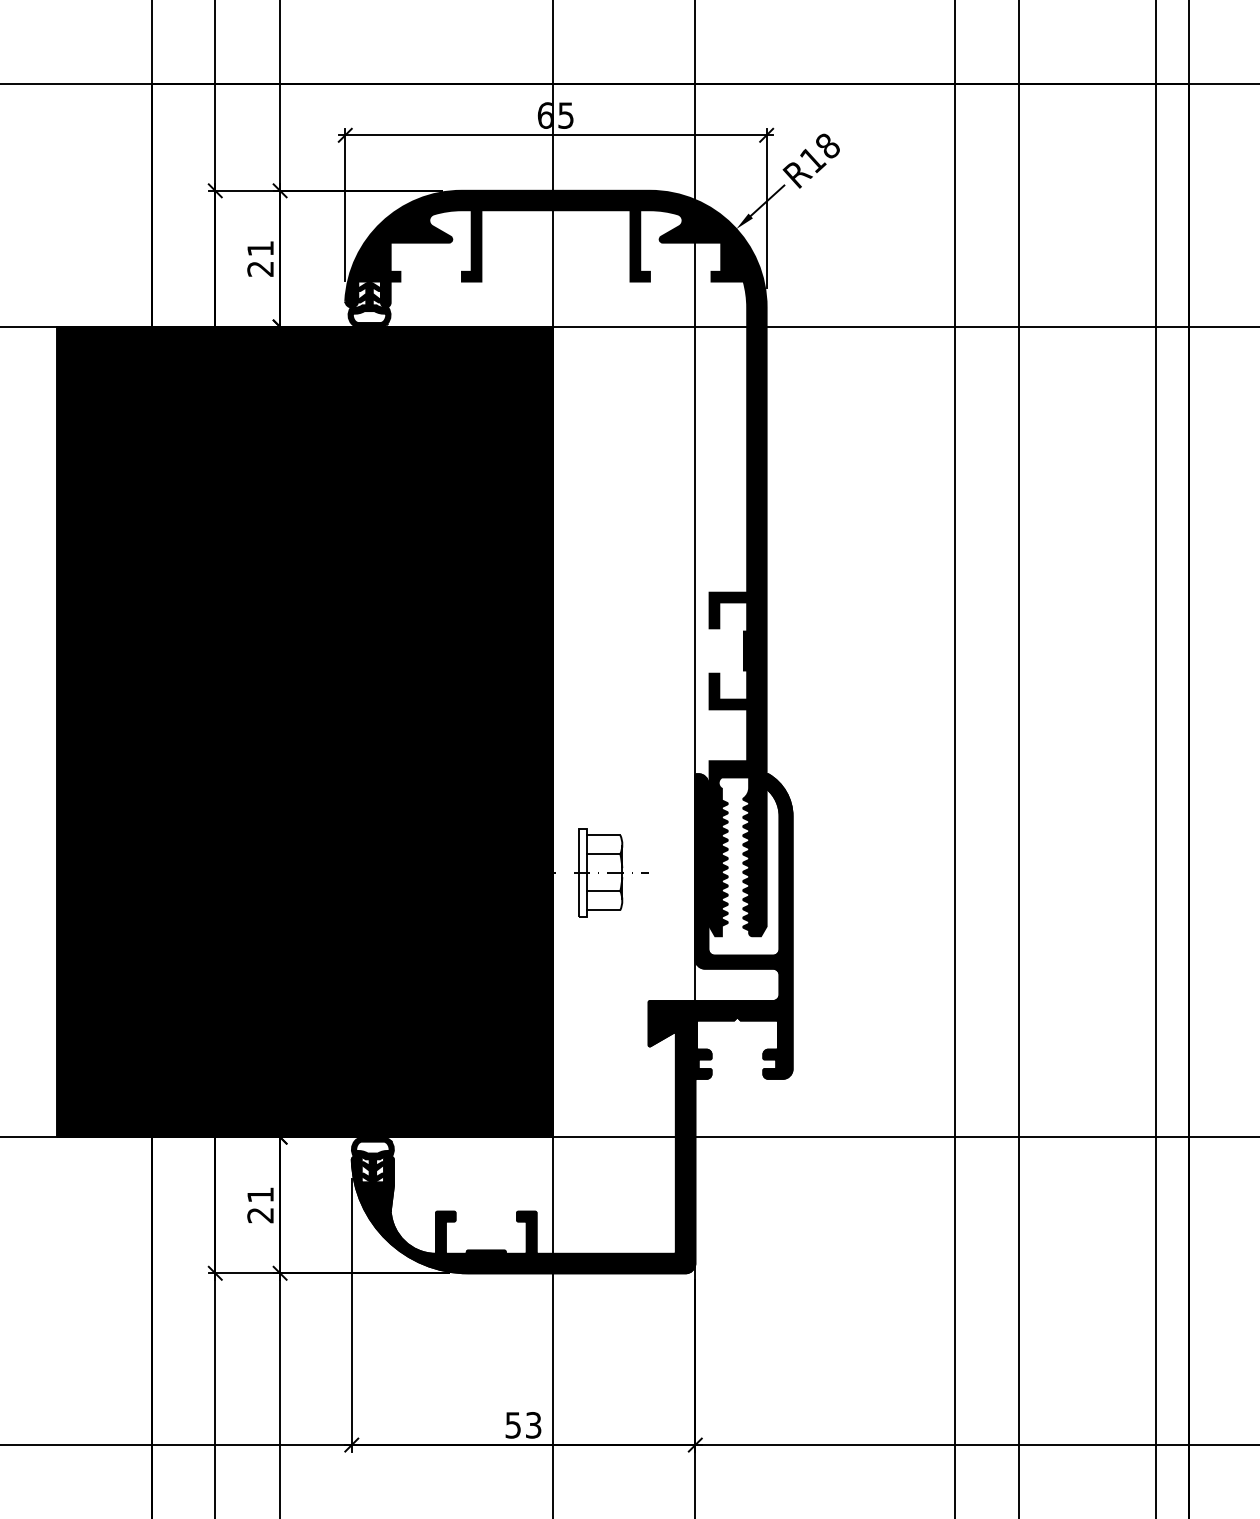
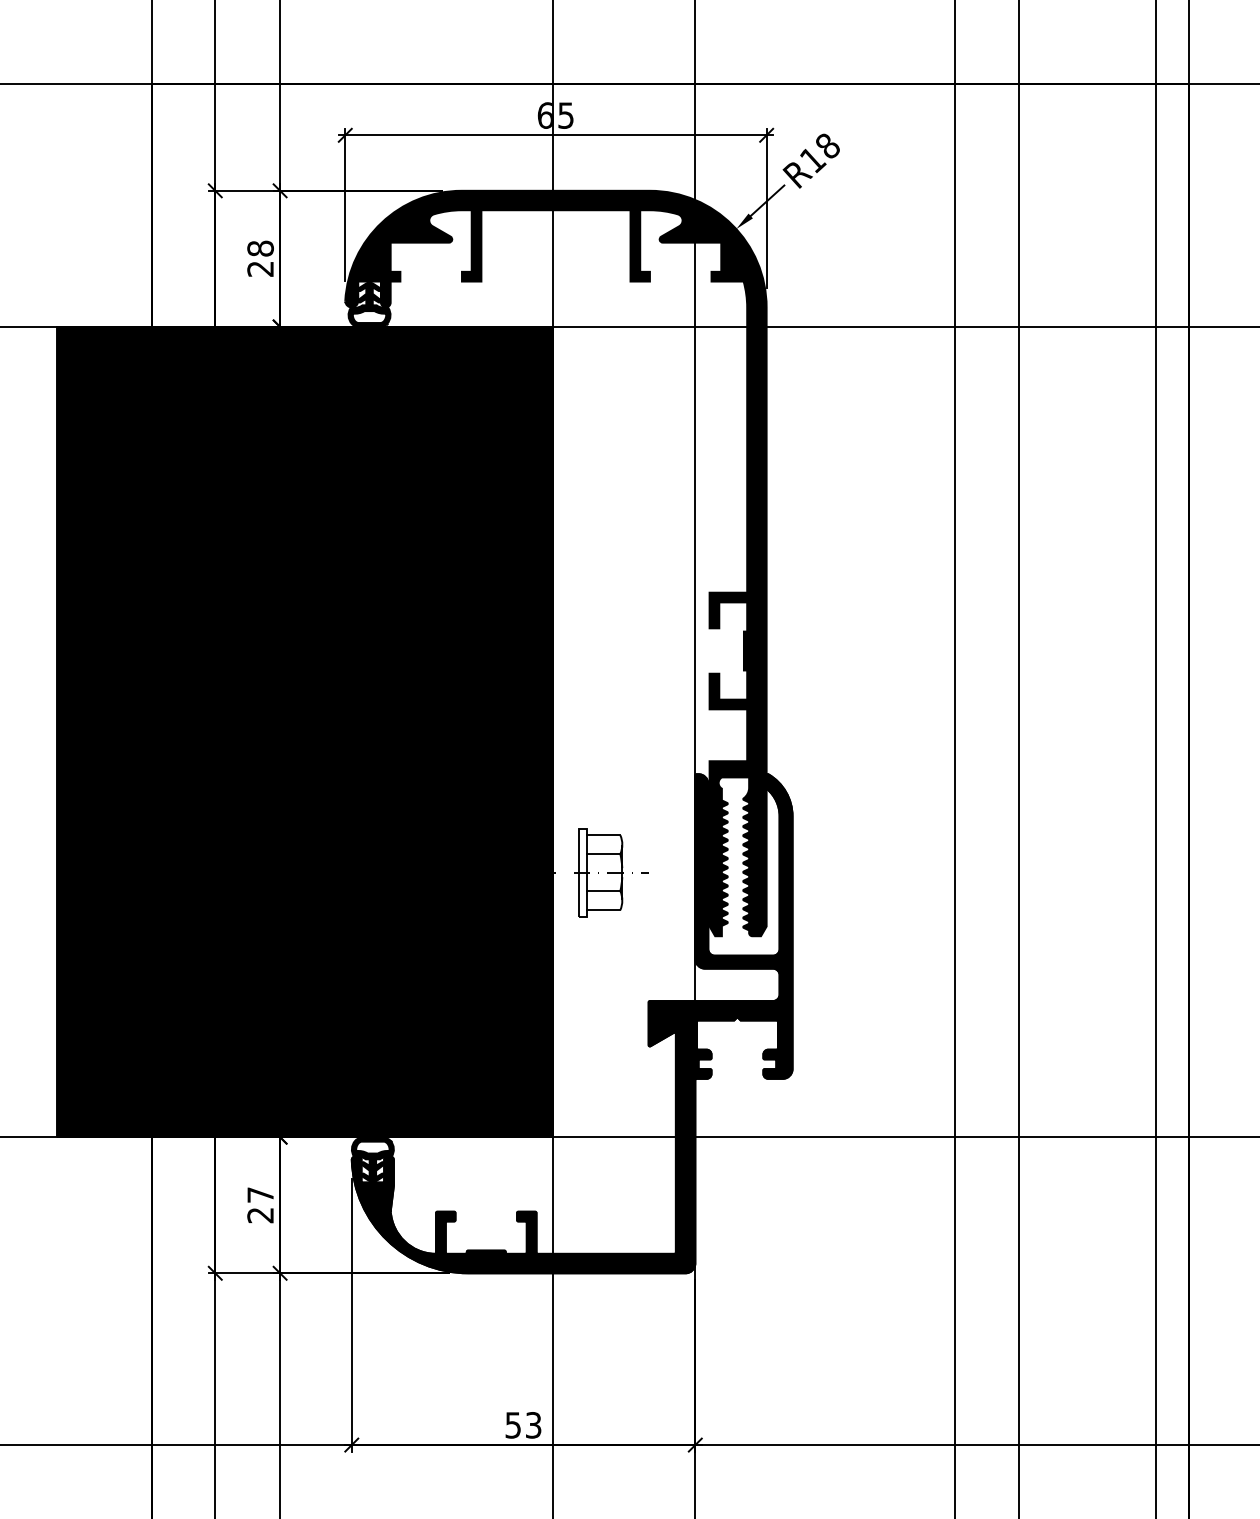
text at (260, 248): 21 -> 28
text at (260, 1194): 21 -> 27
